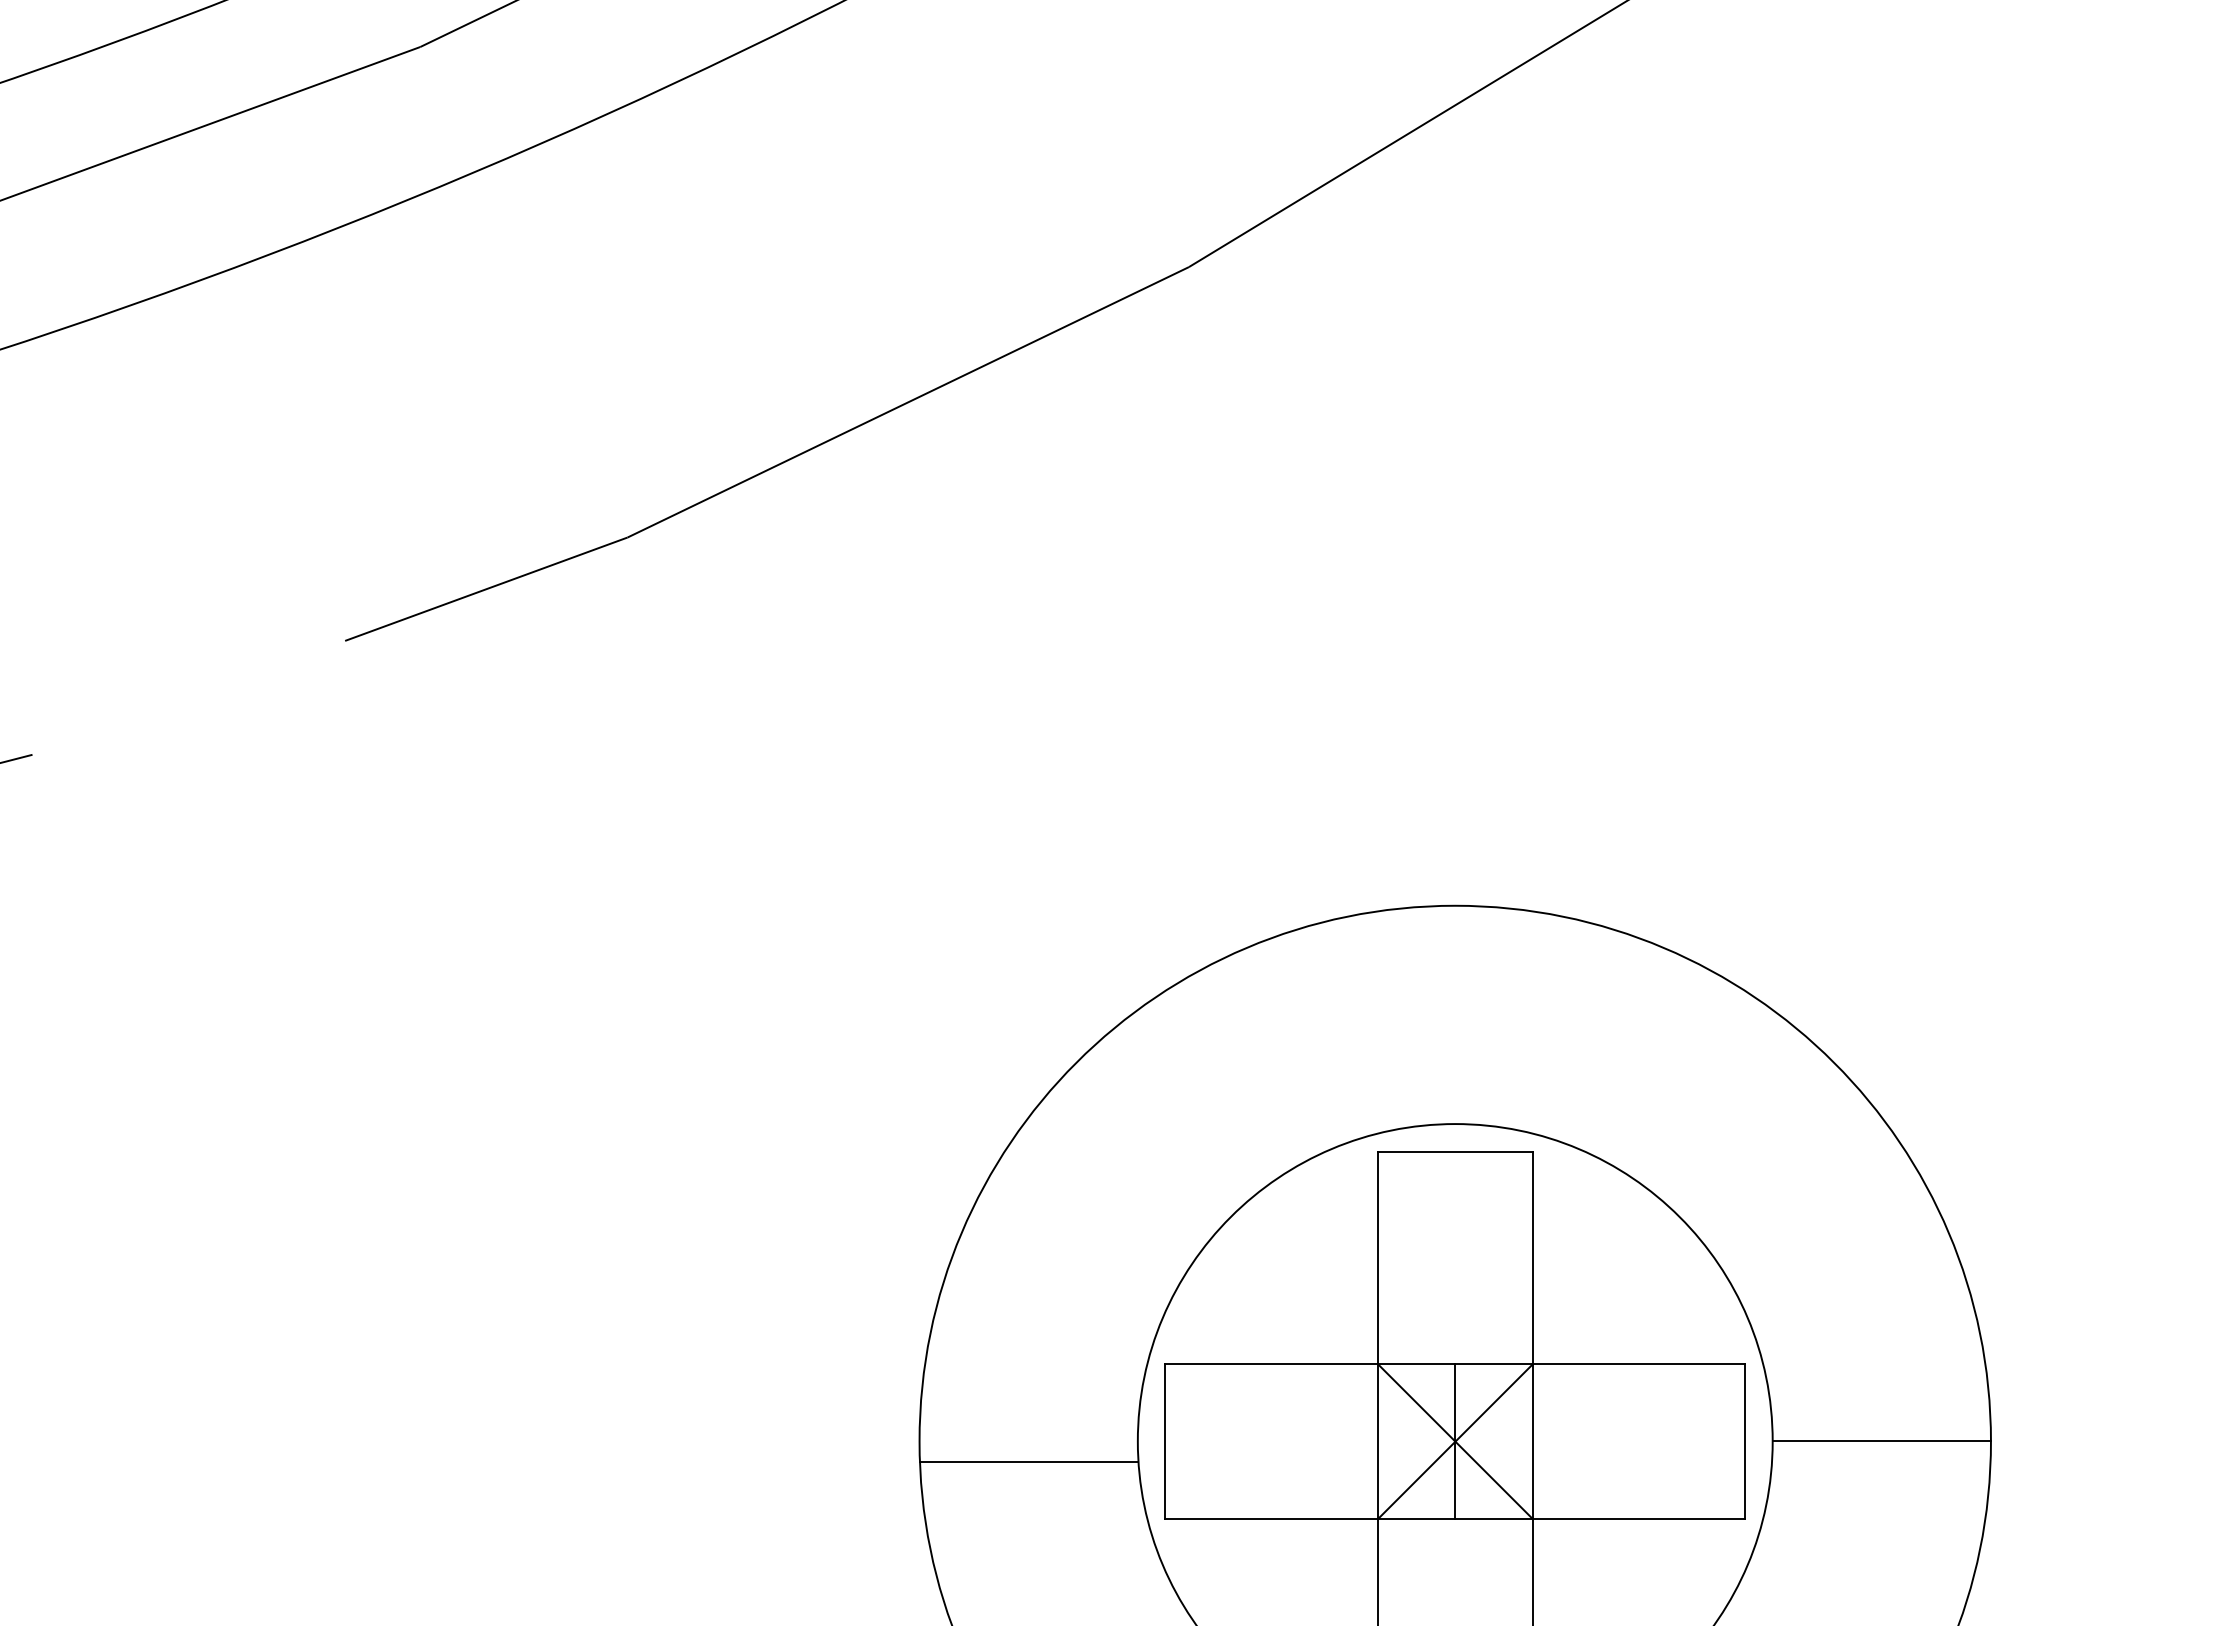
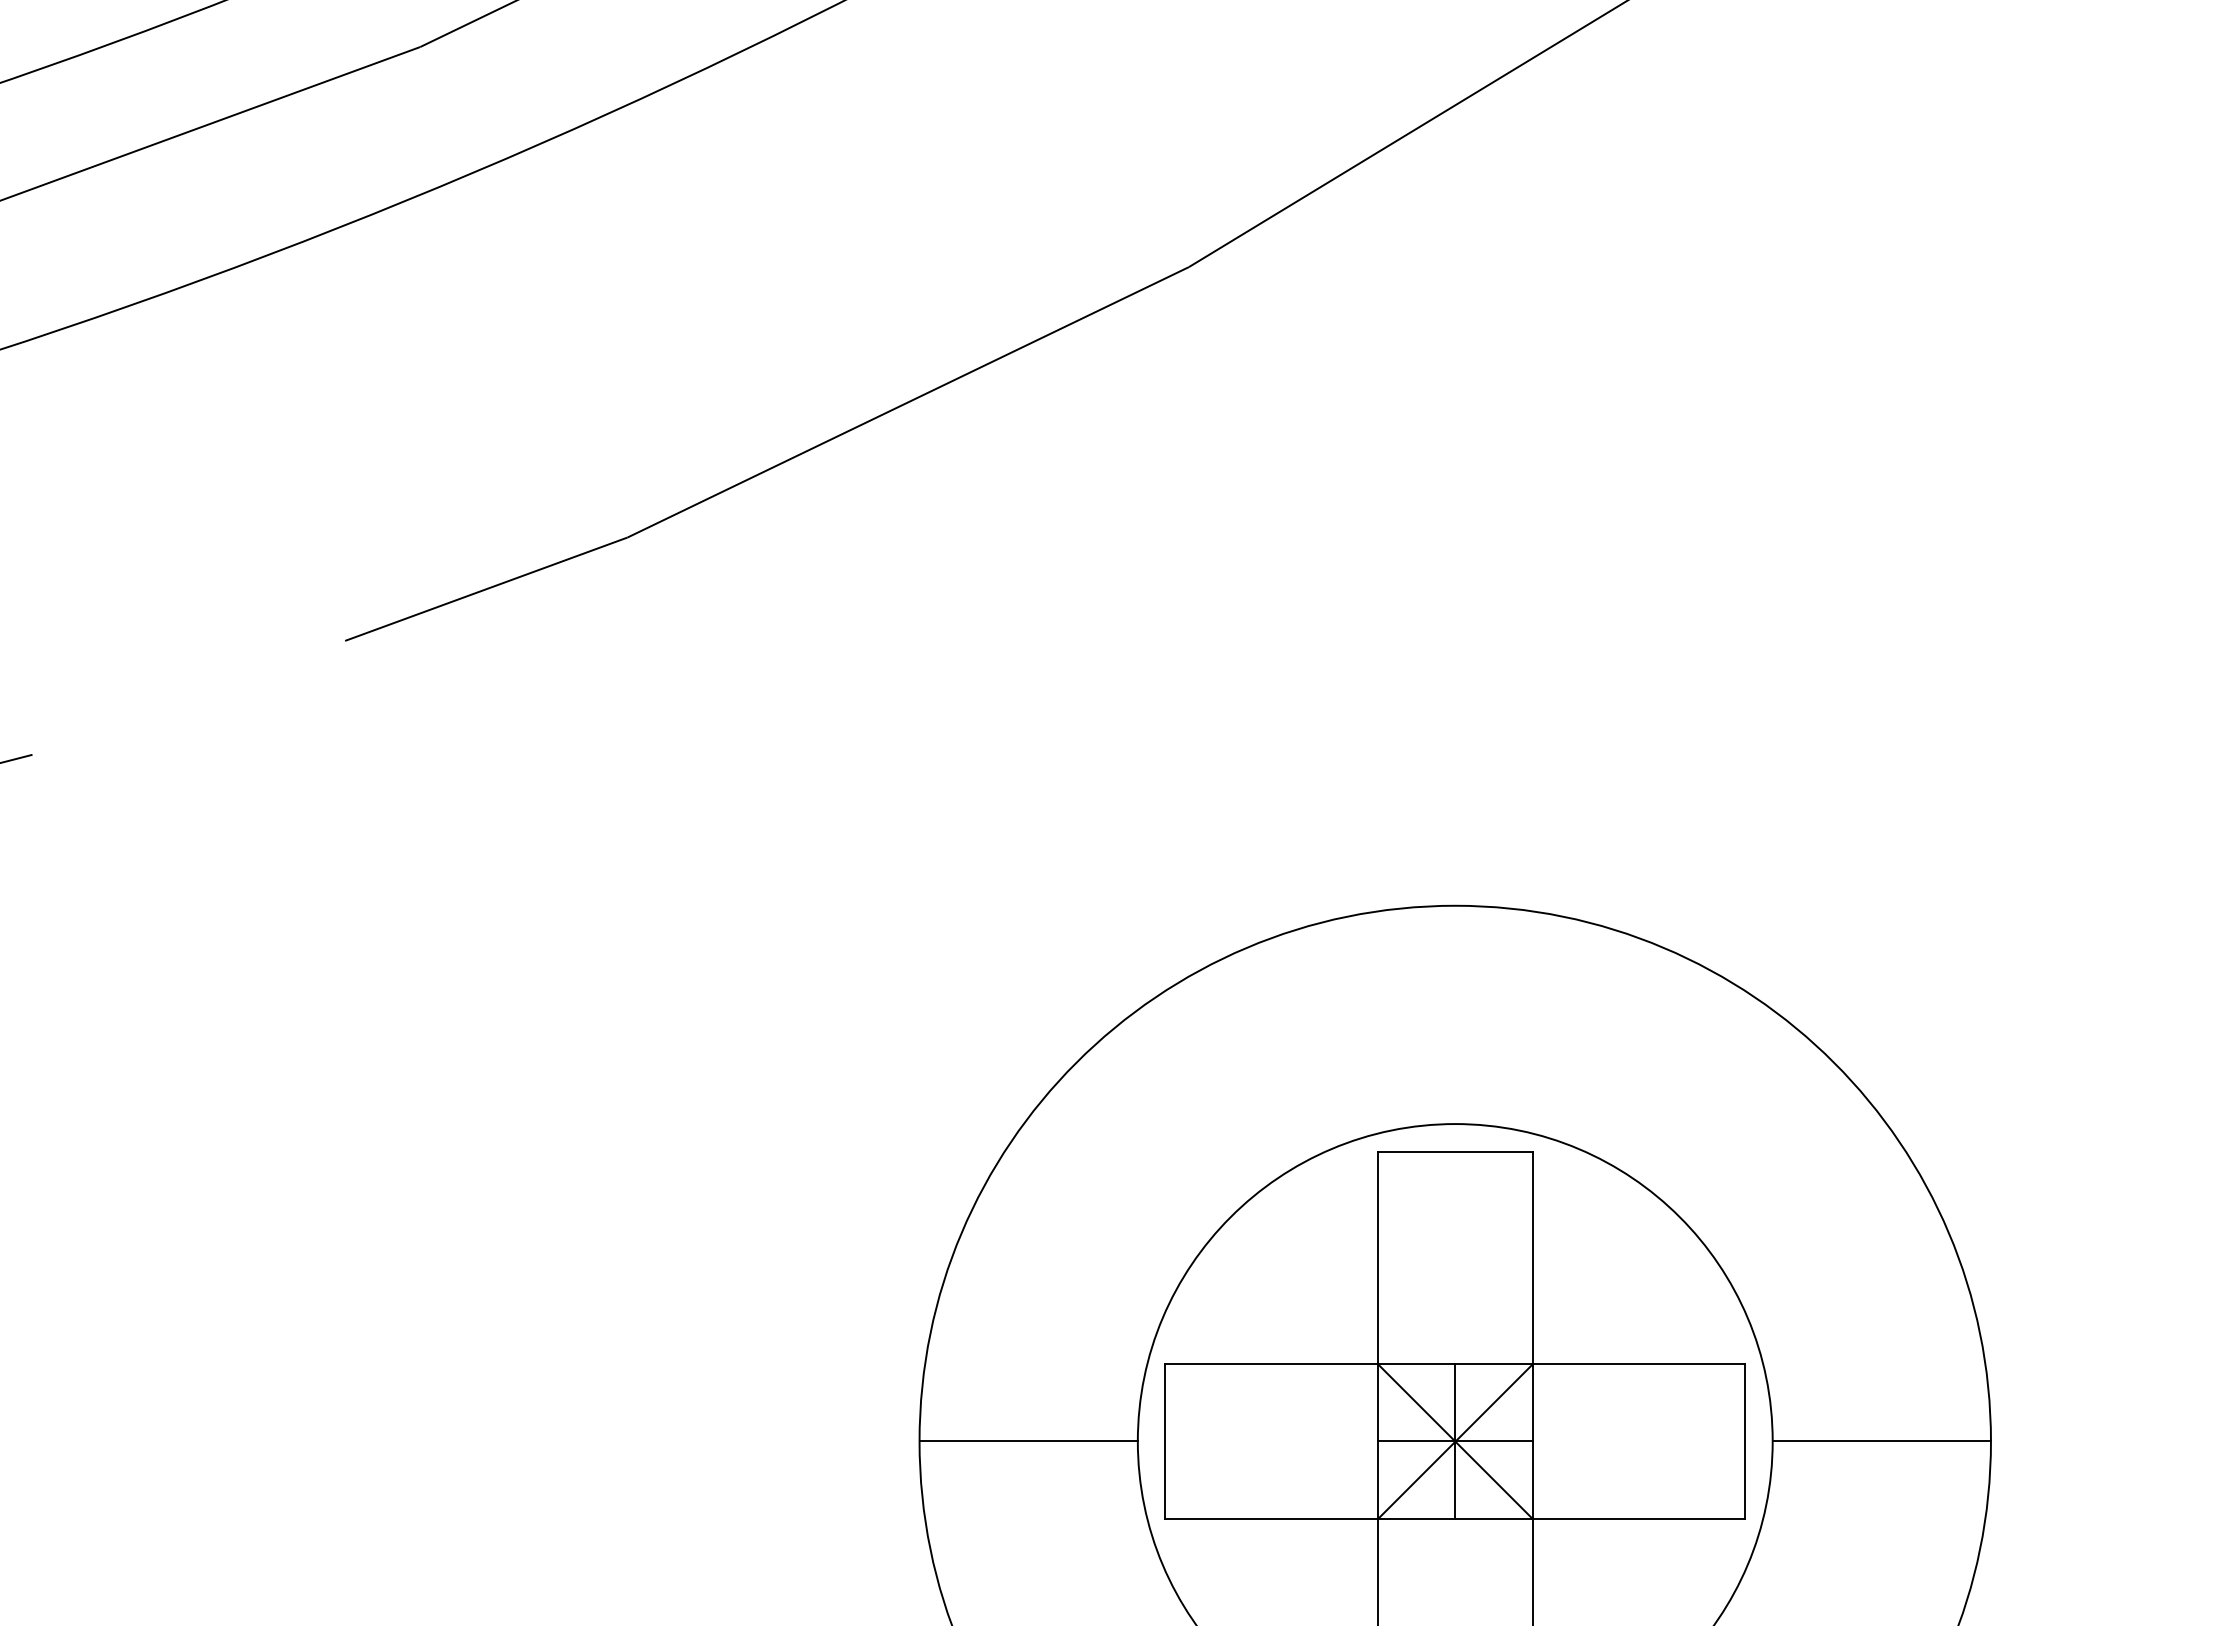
line at (1455, 1441): none -> present
line at (1028, 1462) position: (1028, 1462) -> (1028, 1441)
